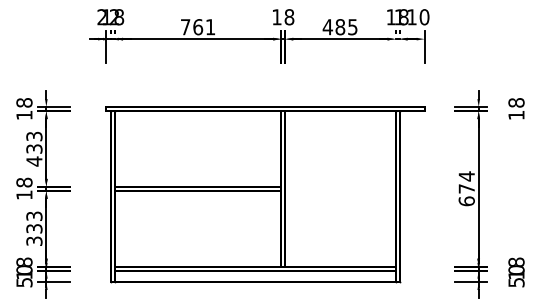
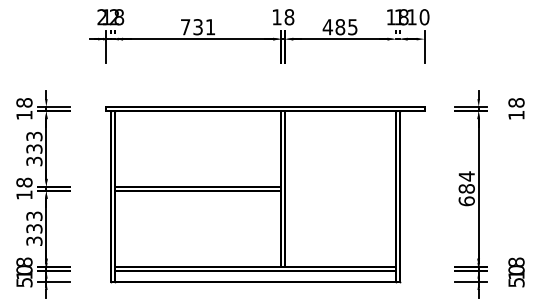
text at (198, 27): 761 -> 731
text at (34, 161): 433 -> 333
text at (466, 188): 674 -> 684
